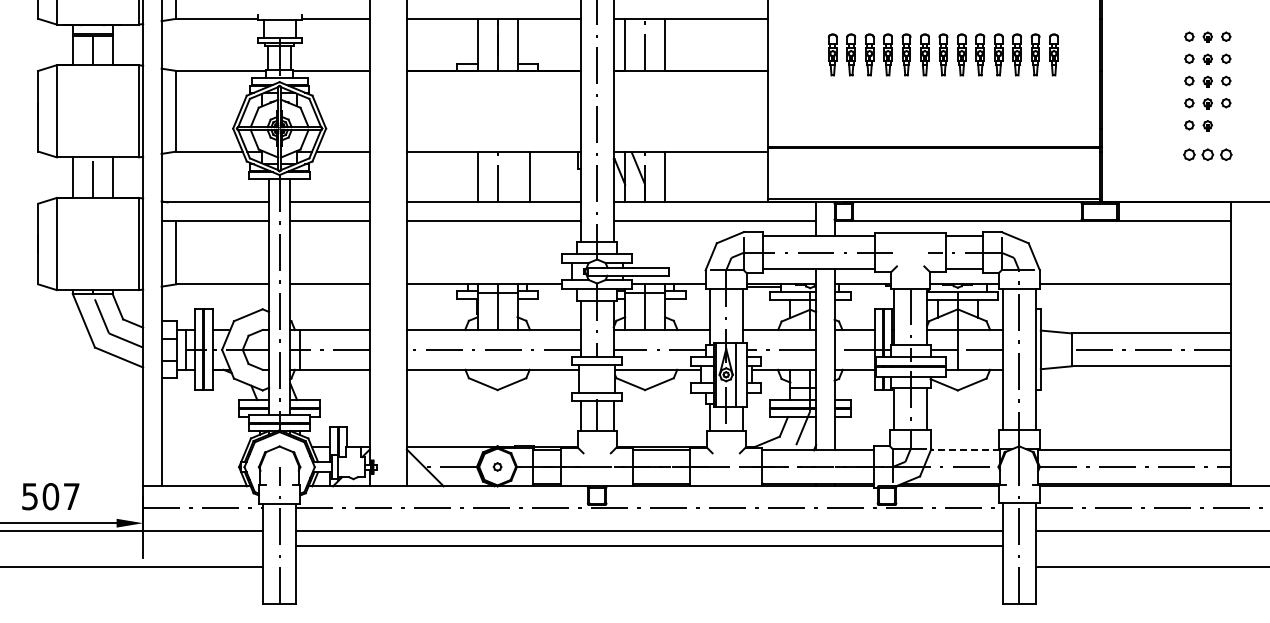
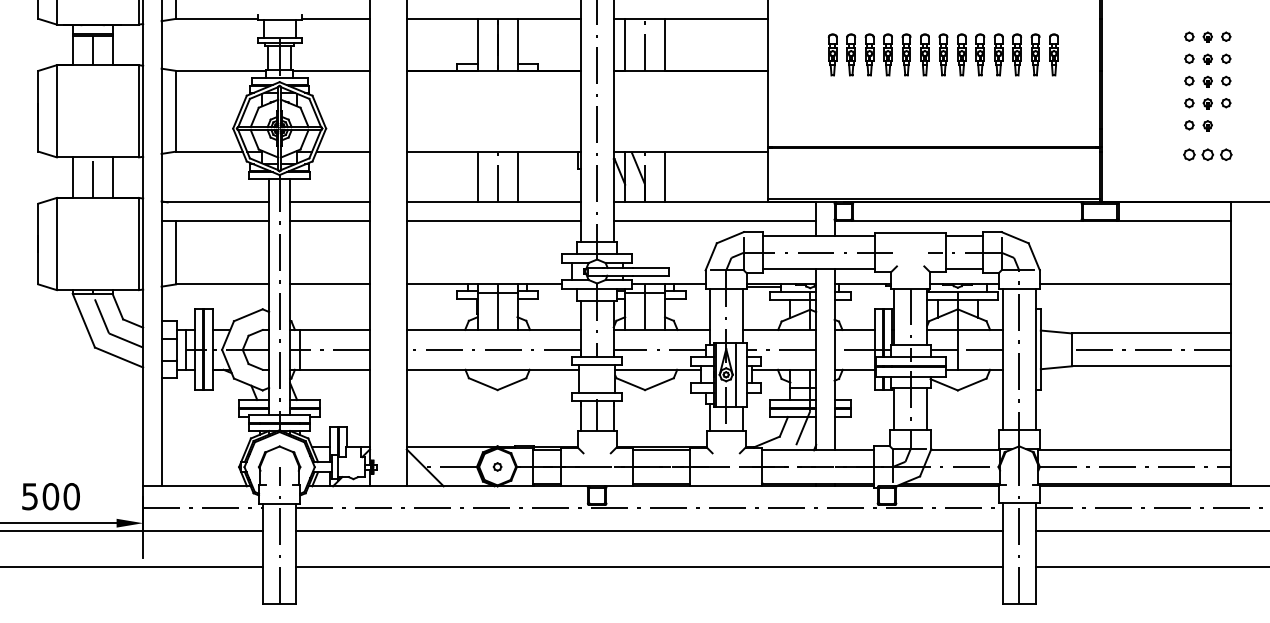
line at (529, 176) position: (529, 176) -> (517, 176)
line at (965, 450): dashed -> solid
text at (71, 496): 507 -> 500
line at (649, 546) position: (649, 546) -> (649, 567)
